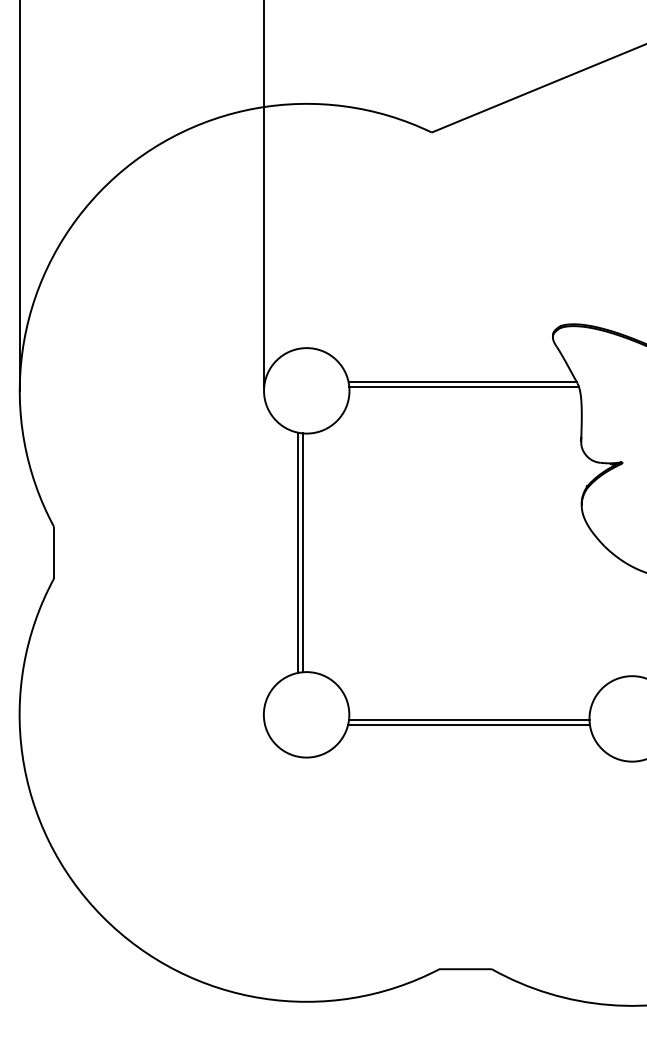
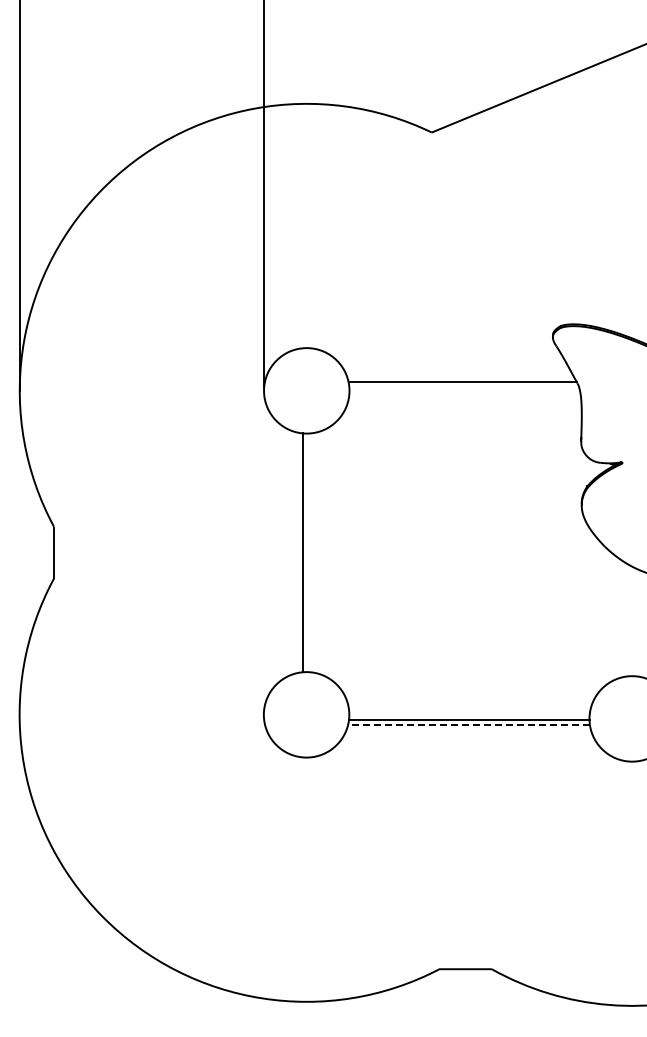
line at (464, 387): present -> none
line at (298, 552): present -> none
line at (469, 724): solid -> dashed
